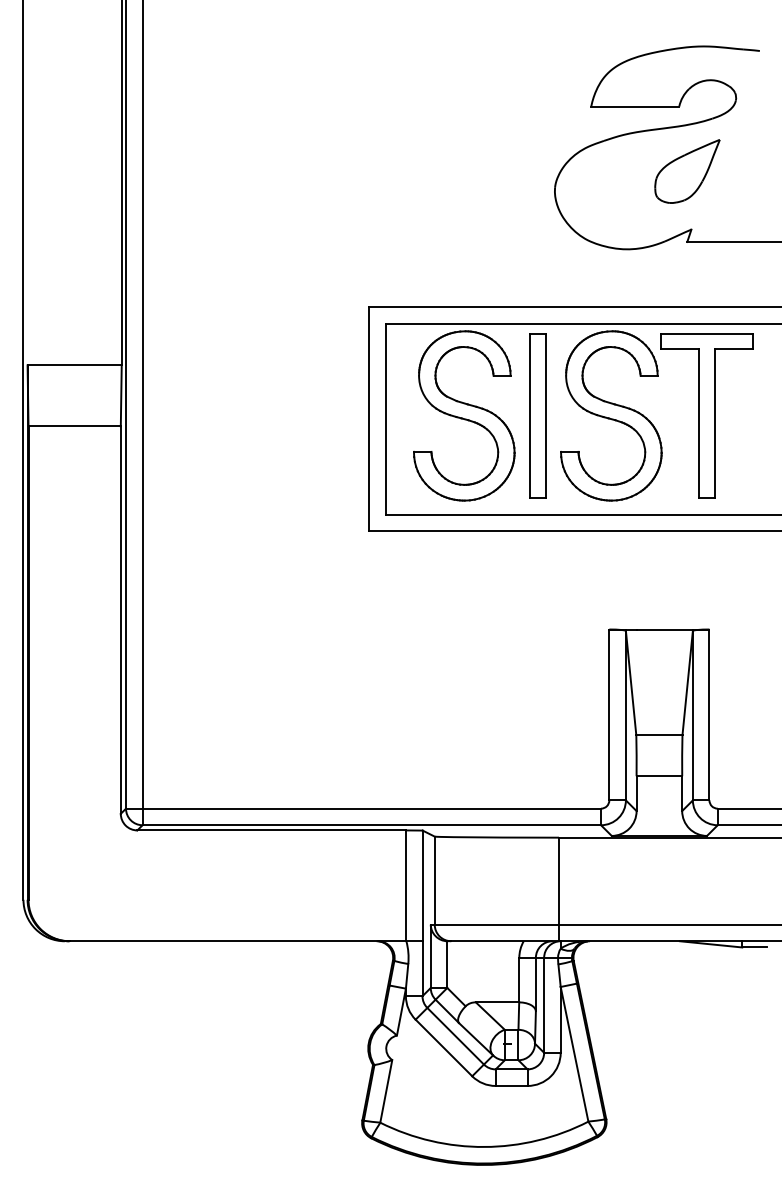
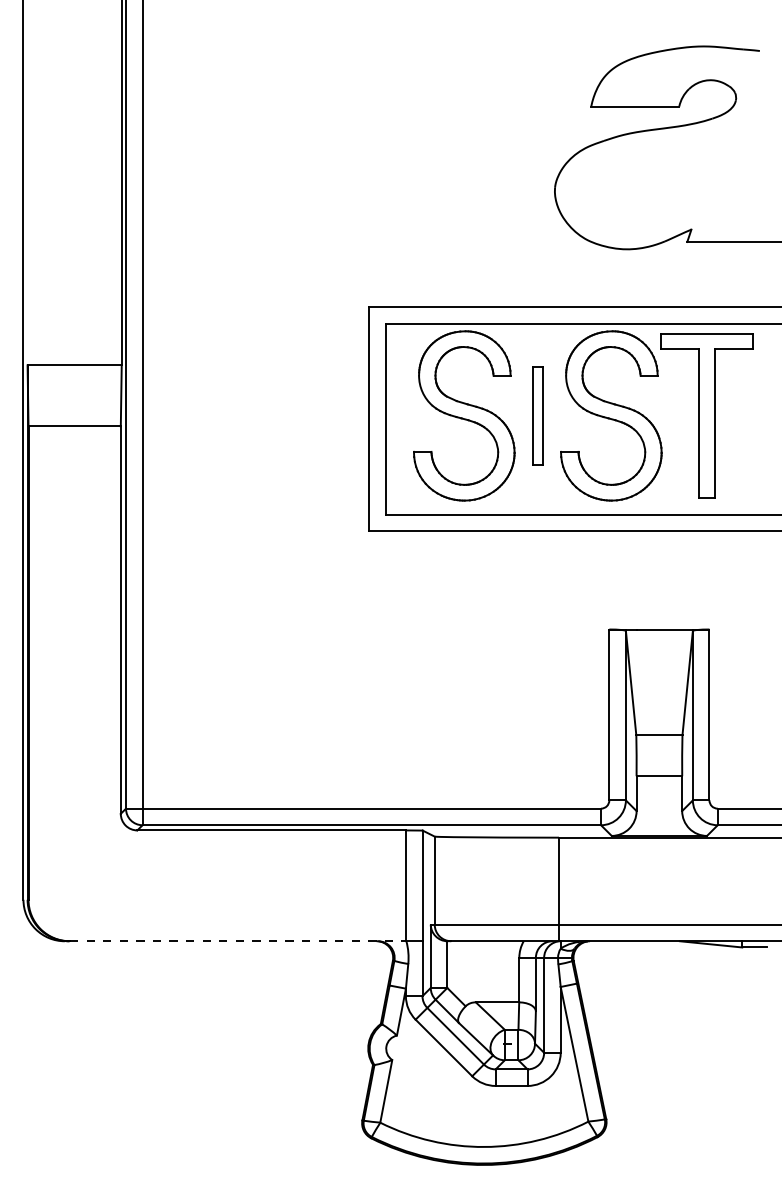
part at (687, 171): present -> none
part at (537, 415) size: 18x166 px -> 12x100 px
line at (238, 941): solid -> dashed
